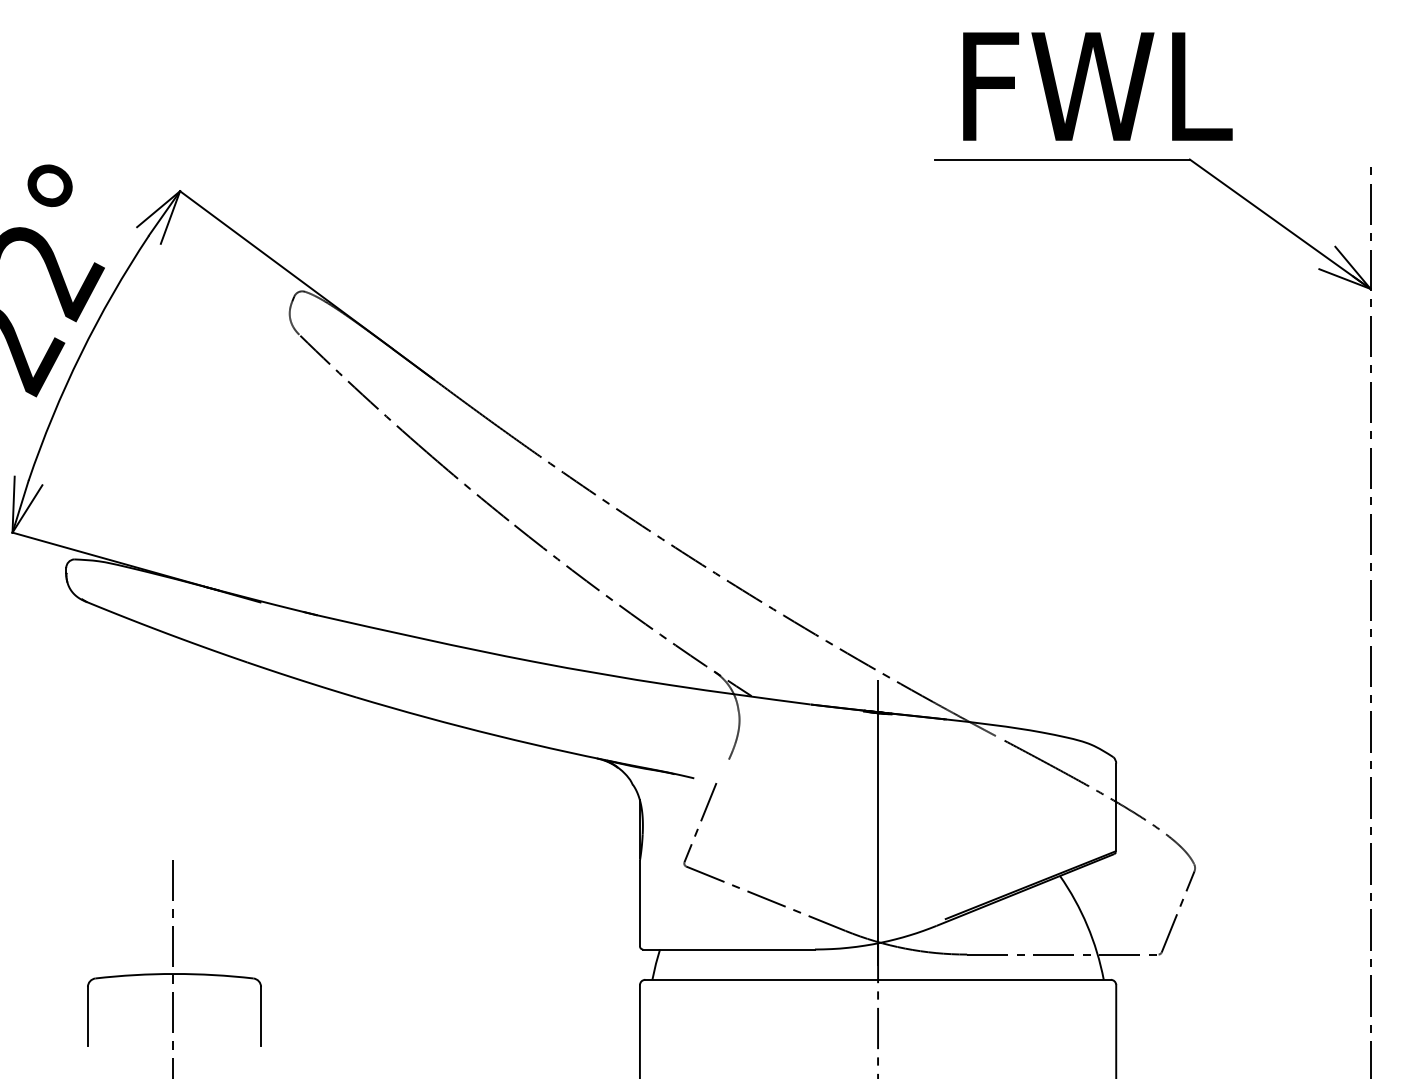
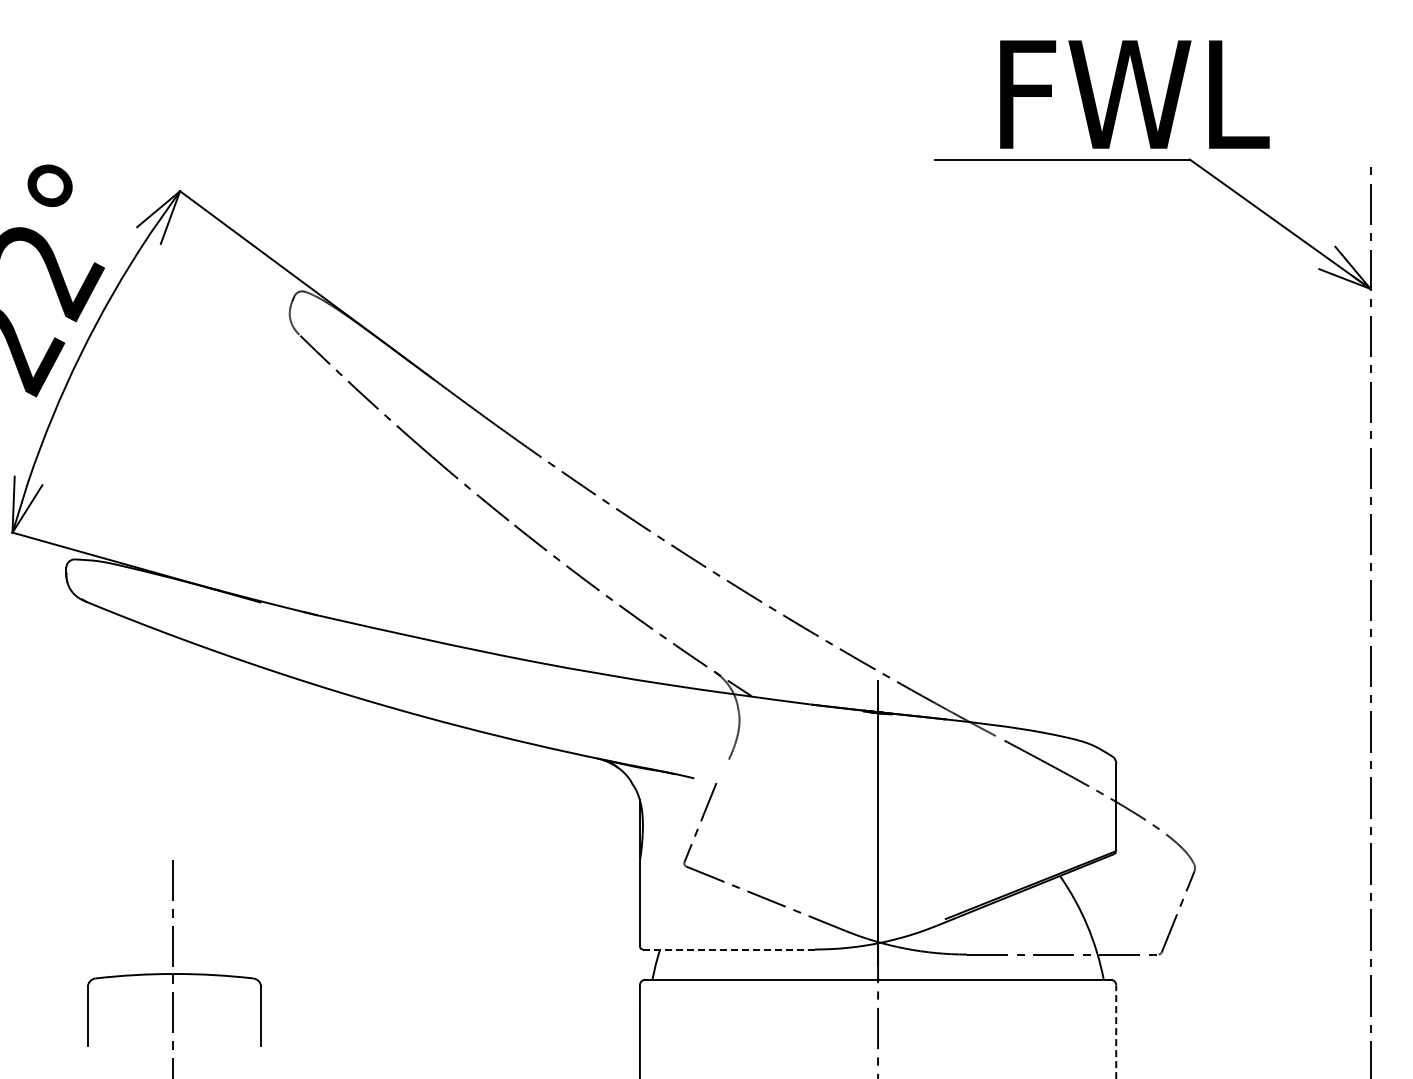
text at (1097, 86) position: (1097, 86) -> (1134, 94)
line at (729, 949): solid -> dashed
line at (1116, 1031): solid -> dashed
